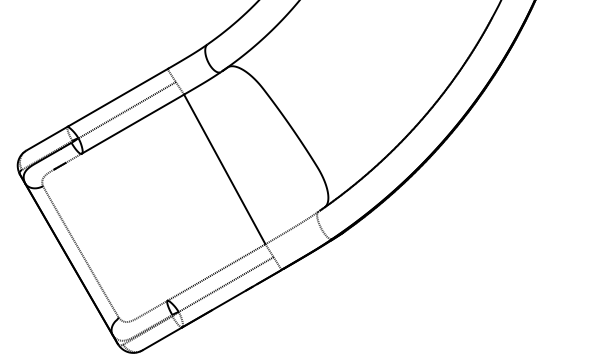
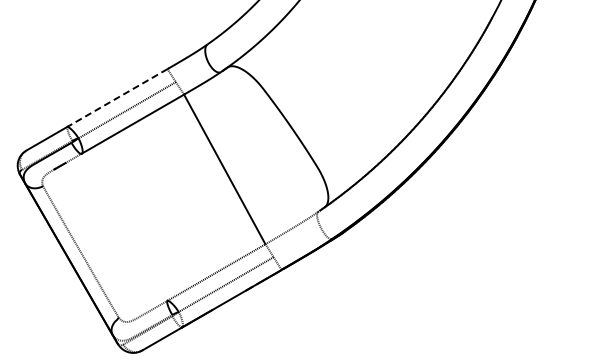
line at (118, 97): solid -> dashed
